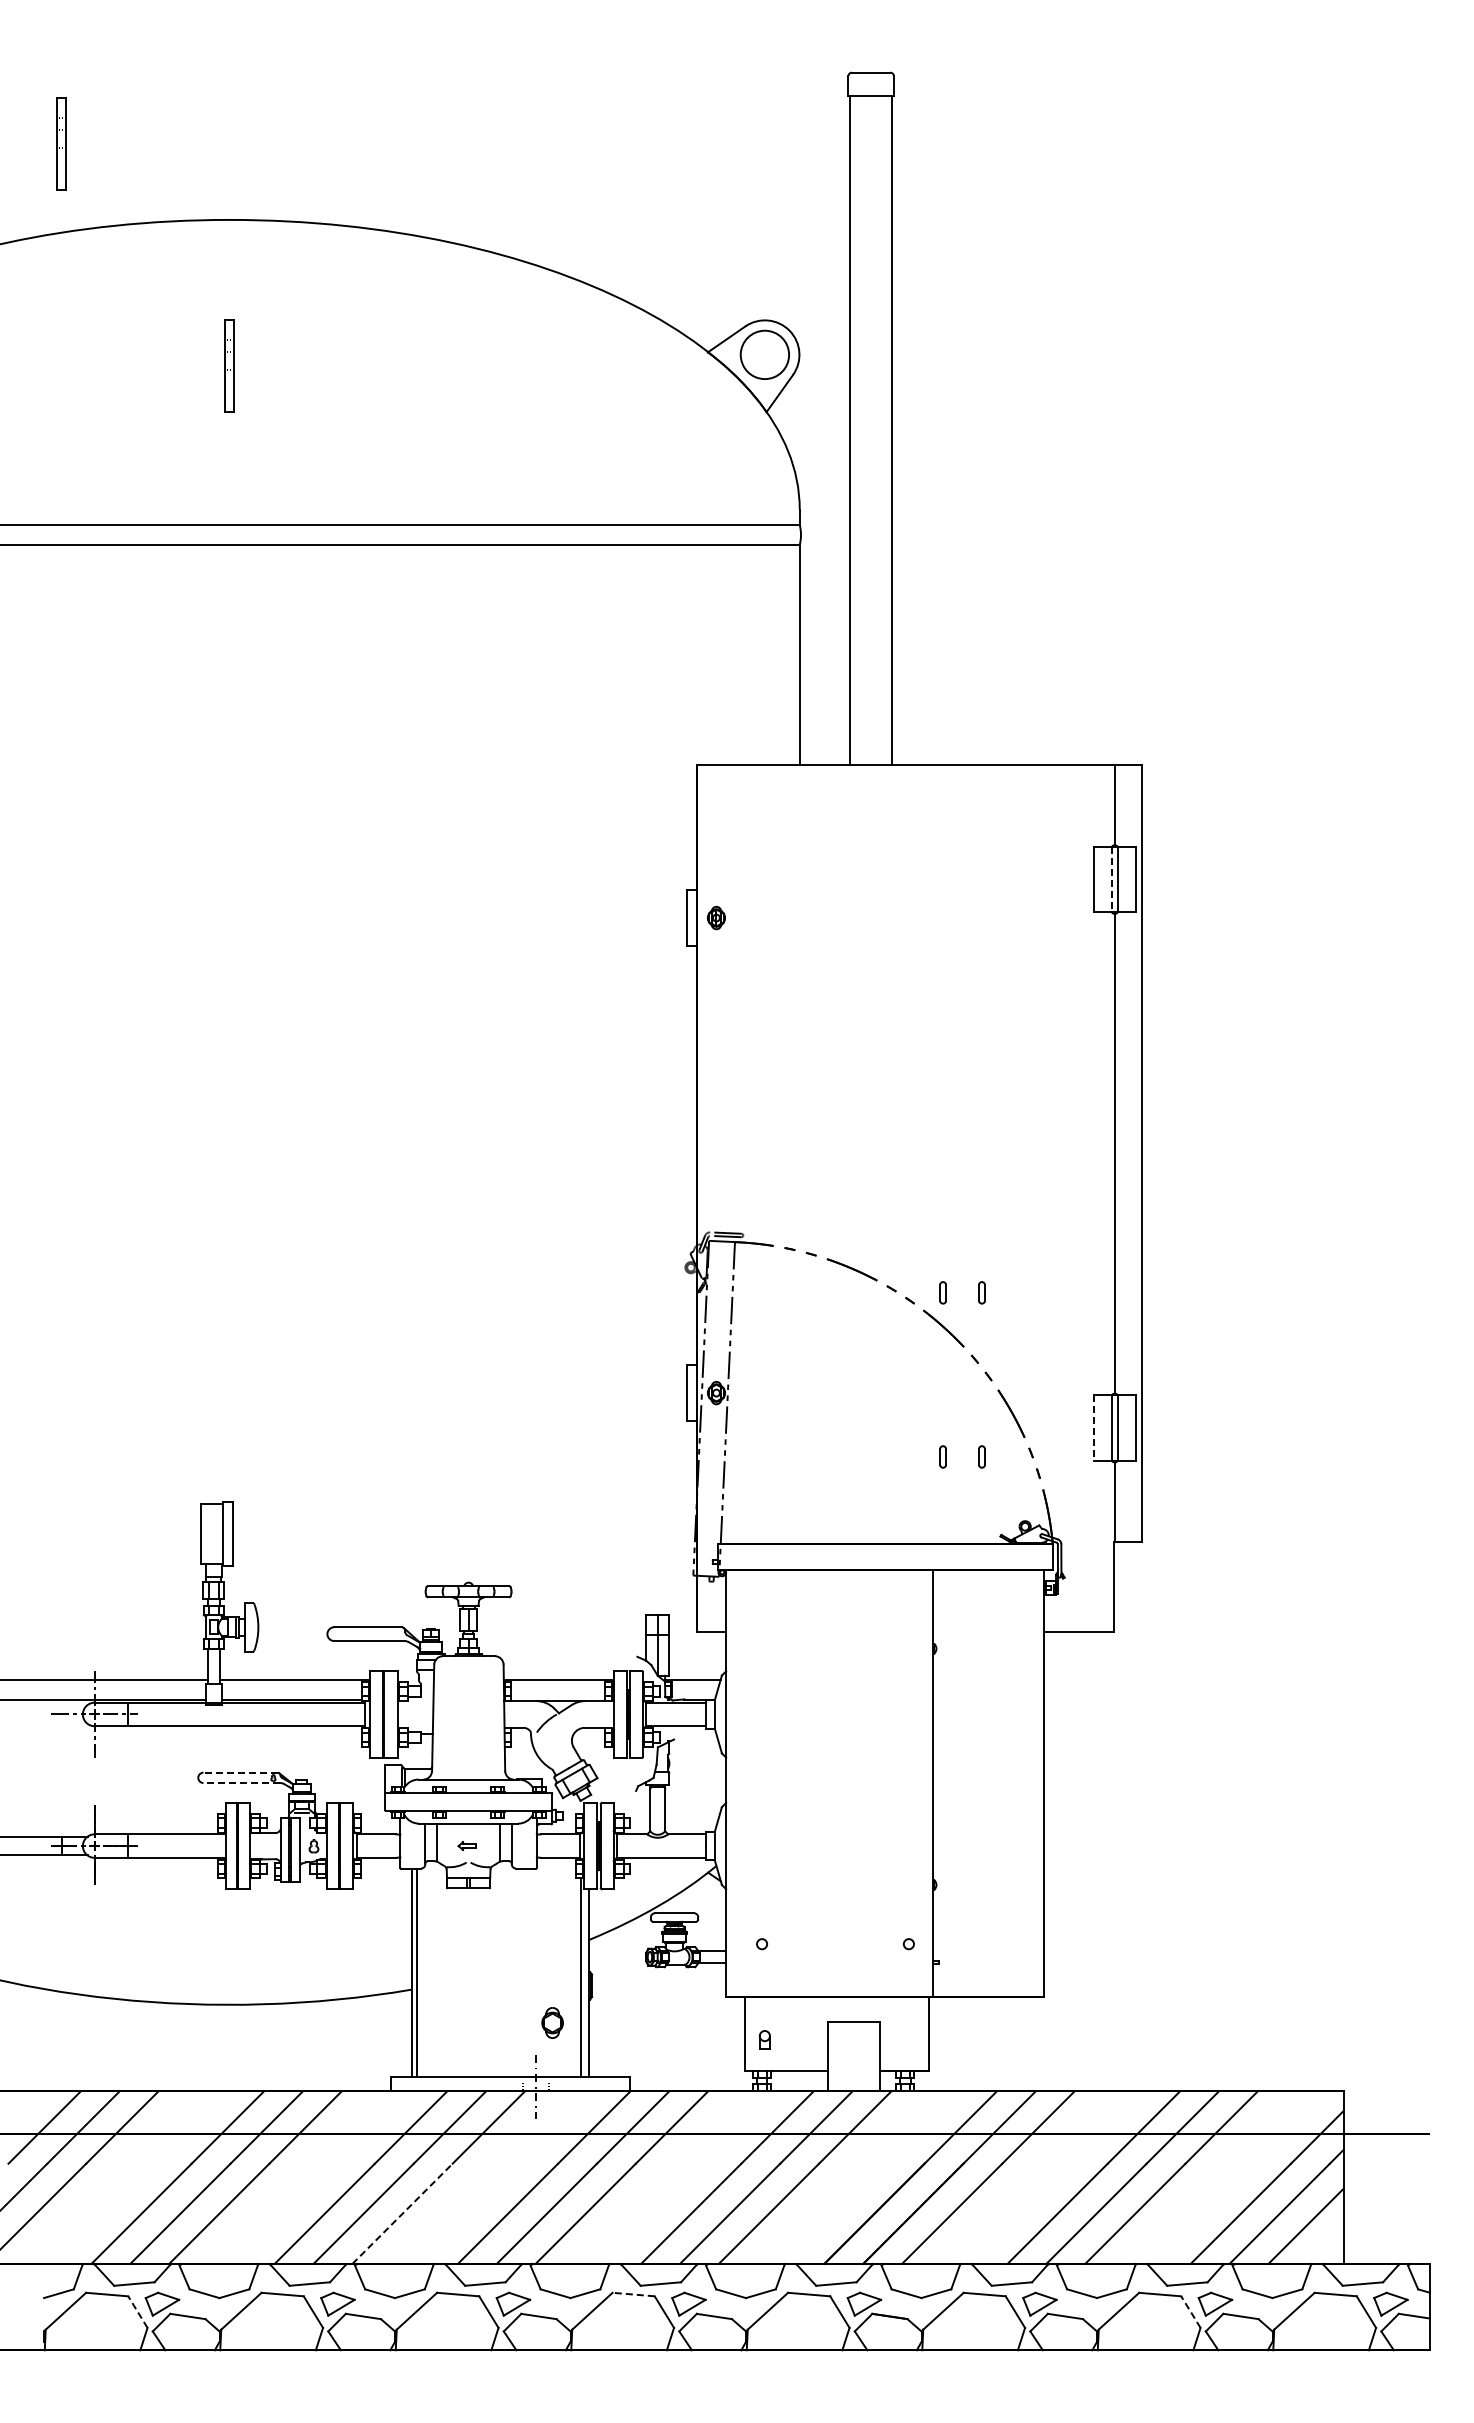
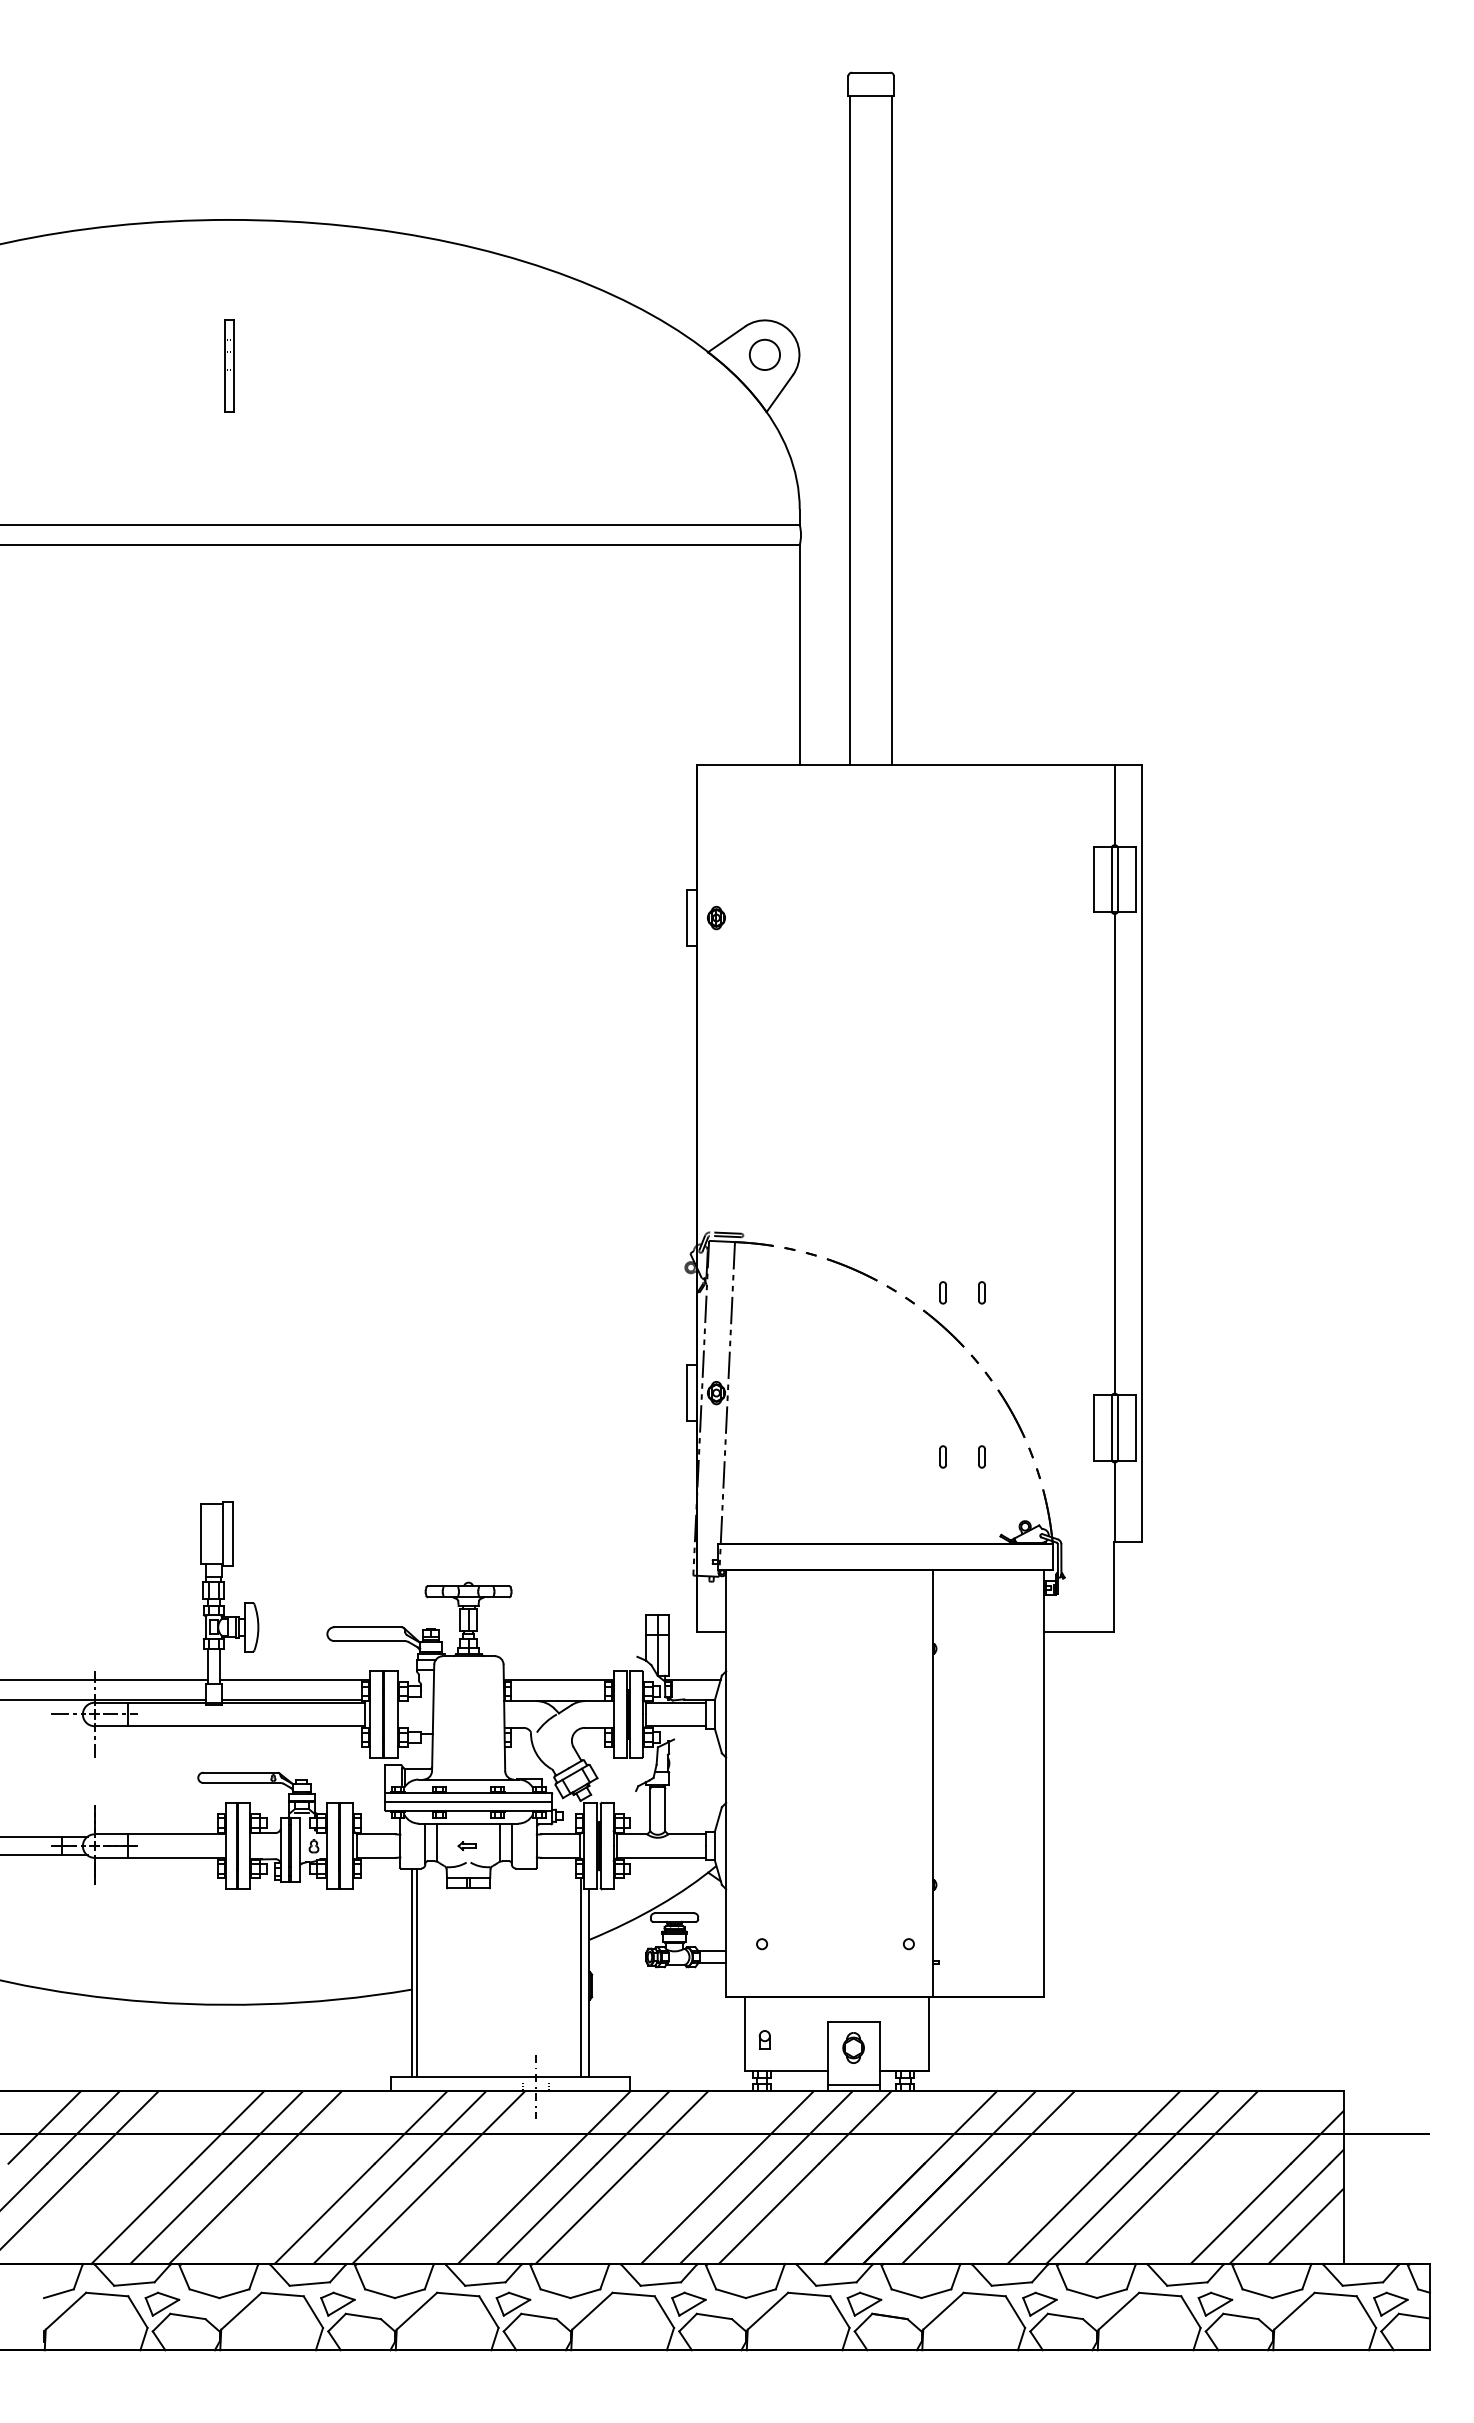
part at (61, 143): present -> none
circle at (764, 354) diameter: 48 px -> 30 px
line at (1111, 879): dashed -> solid
line at (1093, 1428): dashed -> solid
line at (240, 1772): dashed -> solid
line at (241, 1783): dashed -> solid
line at (468, 1802): none -> present
part at (552, 2022) position: (552, 2022) -> (853, 2047)
line at (853, 2085): none -> present
line at (402, 2213): dashed -> solid
line at (633, 2294): dashed -> solid
line at (137, 2312): dashed -> solid
line at (1190, 2312): dashed -> solid
